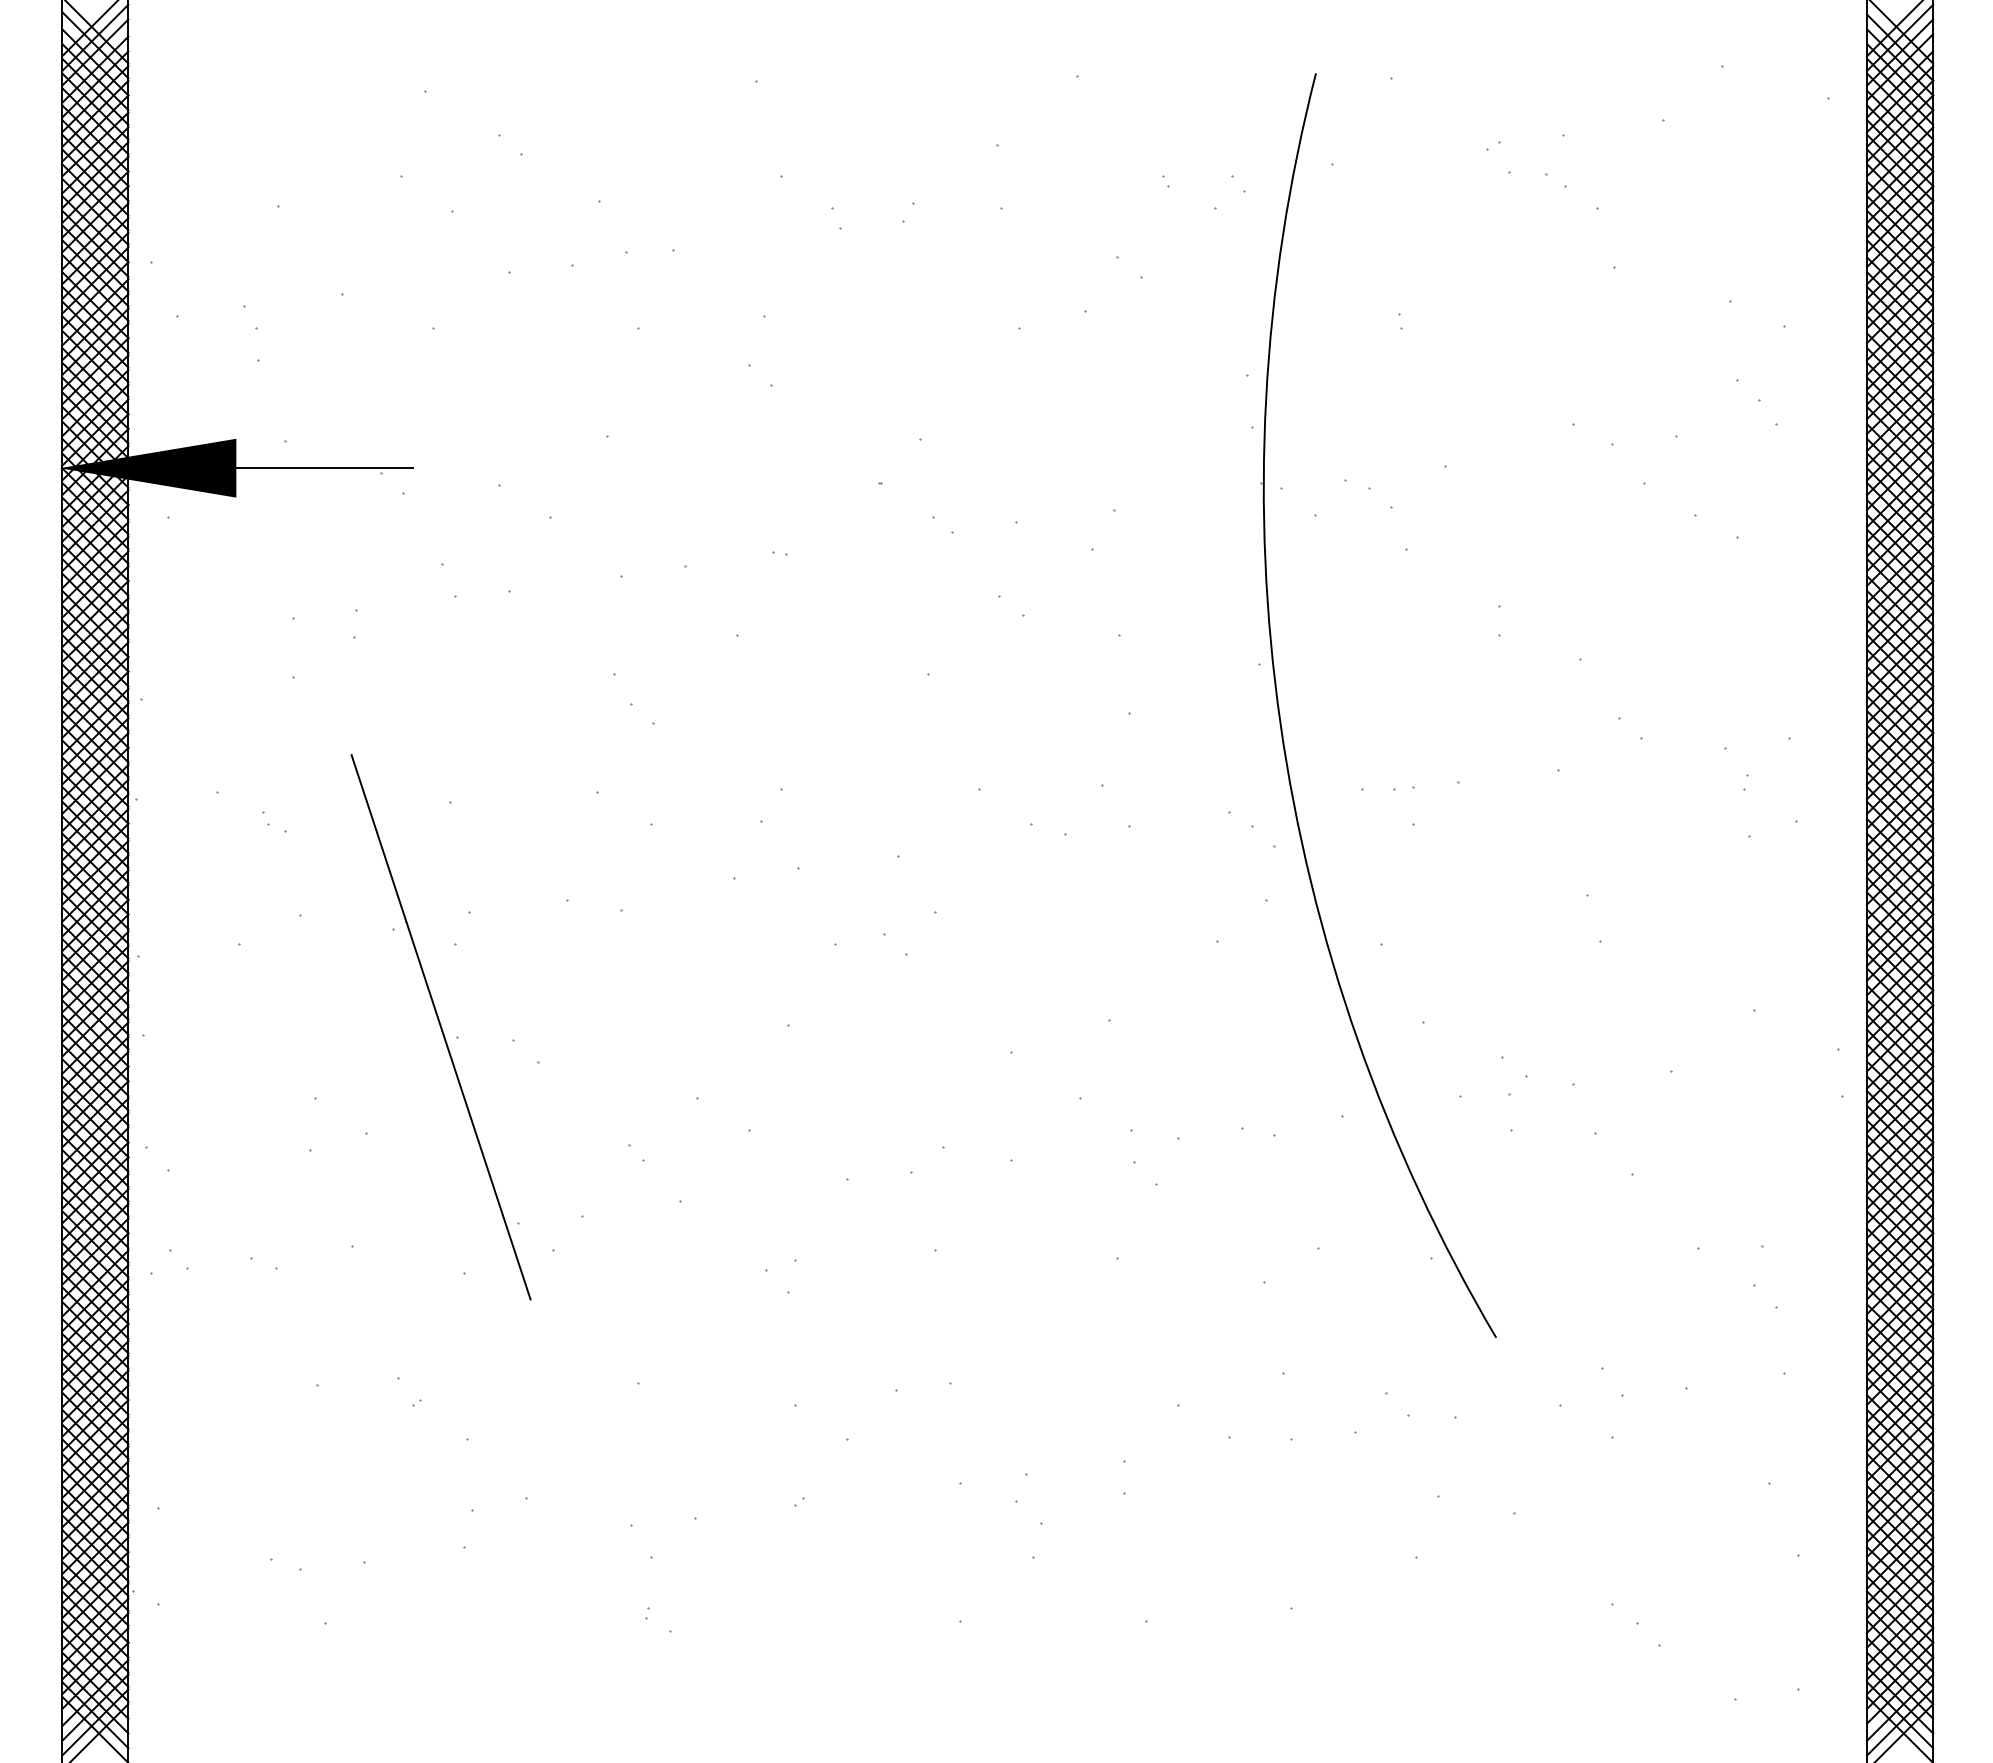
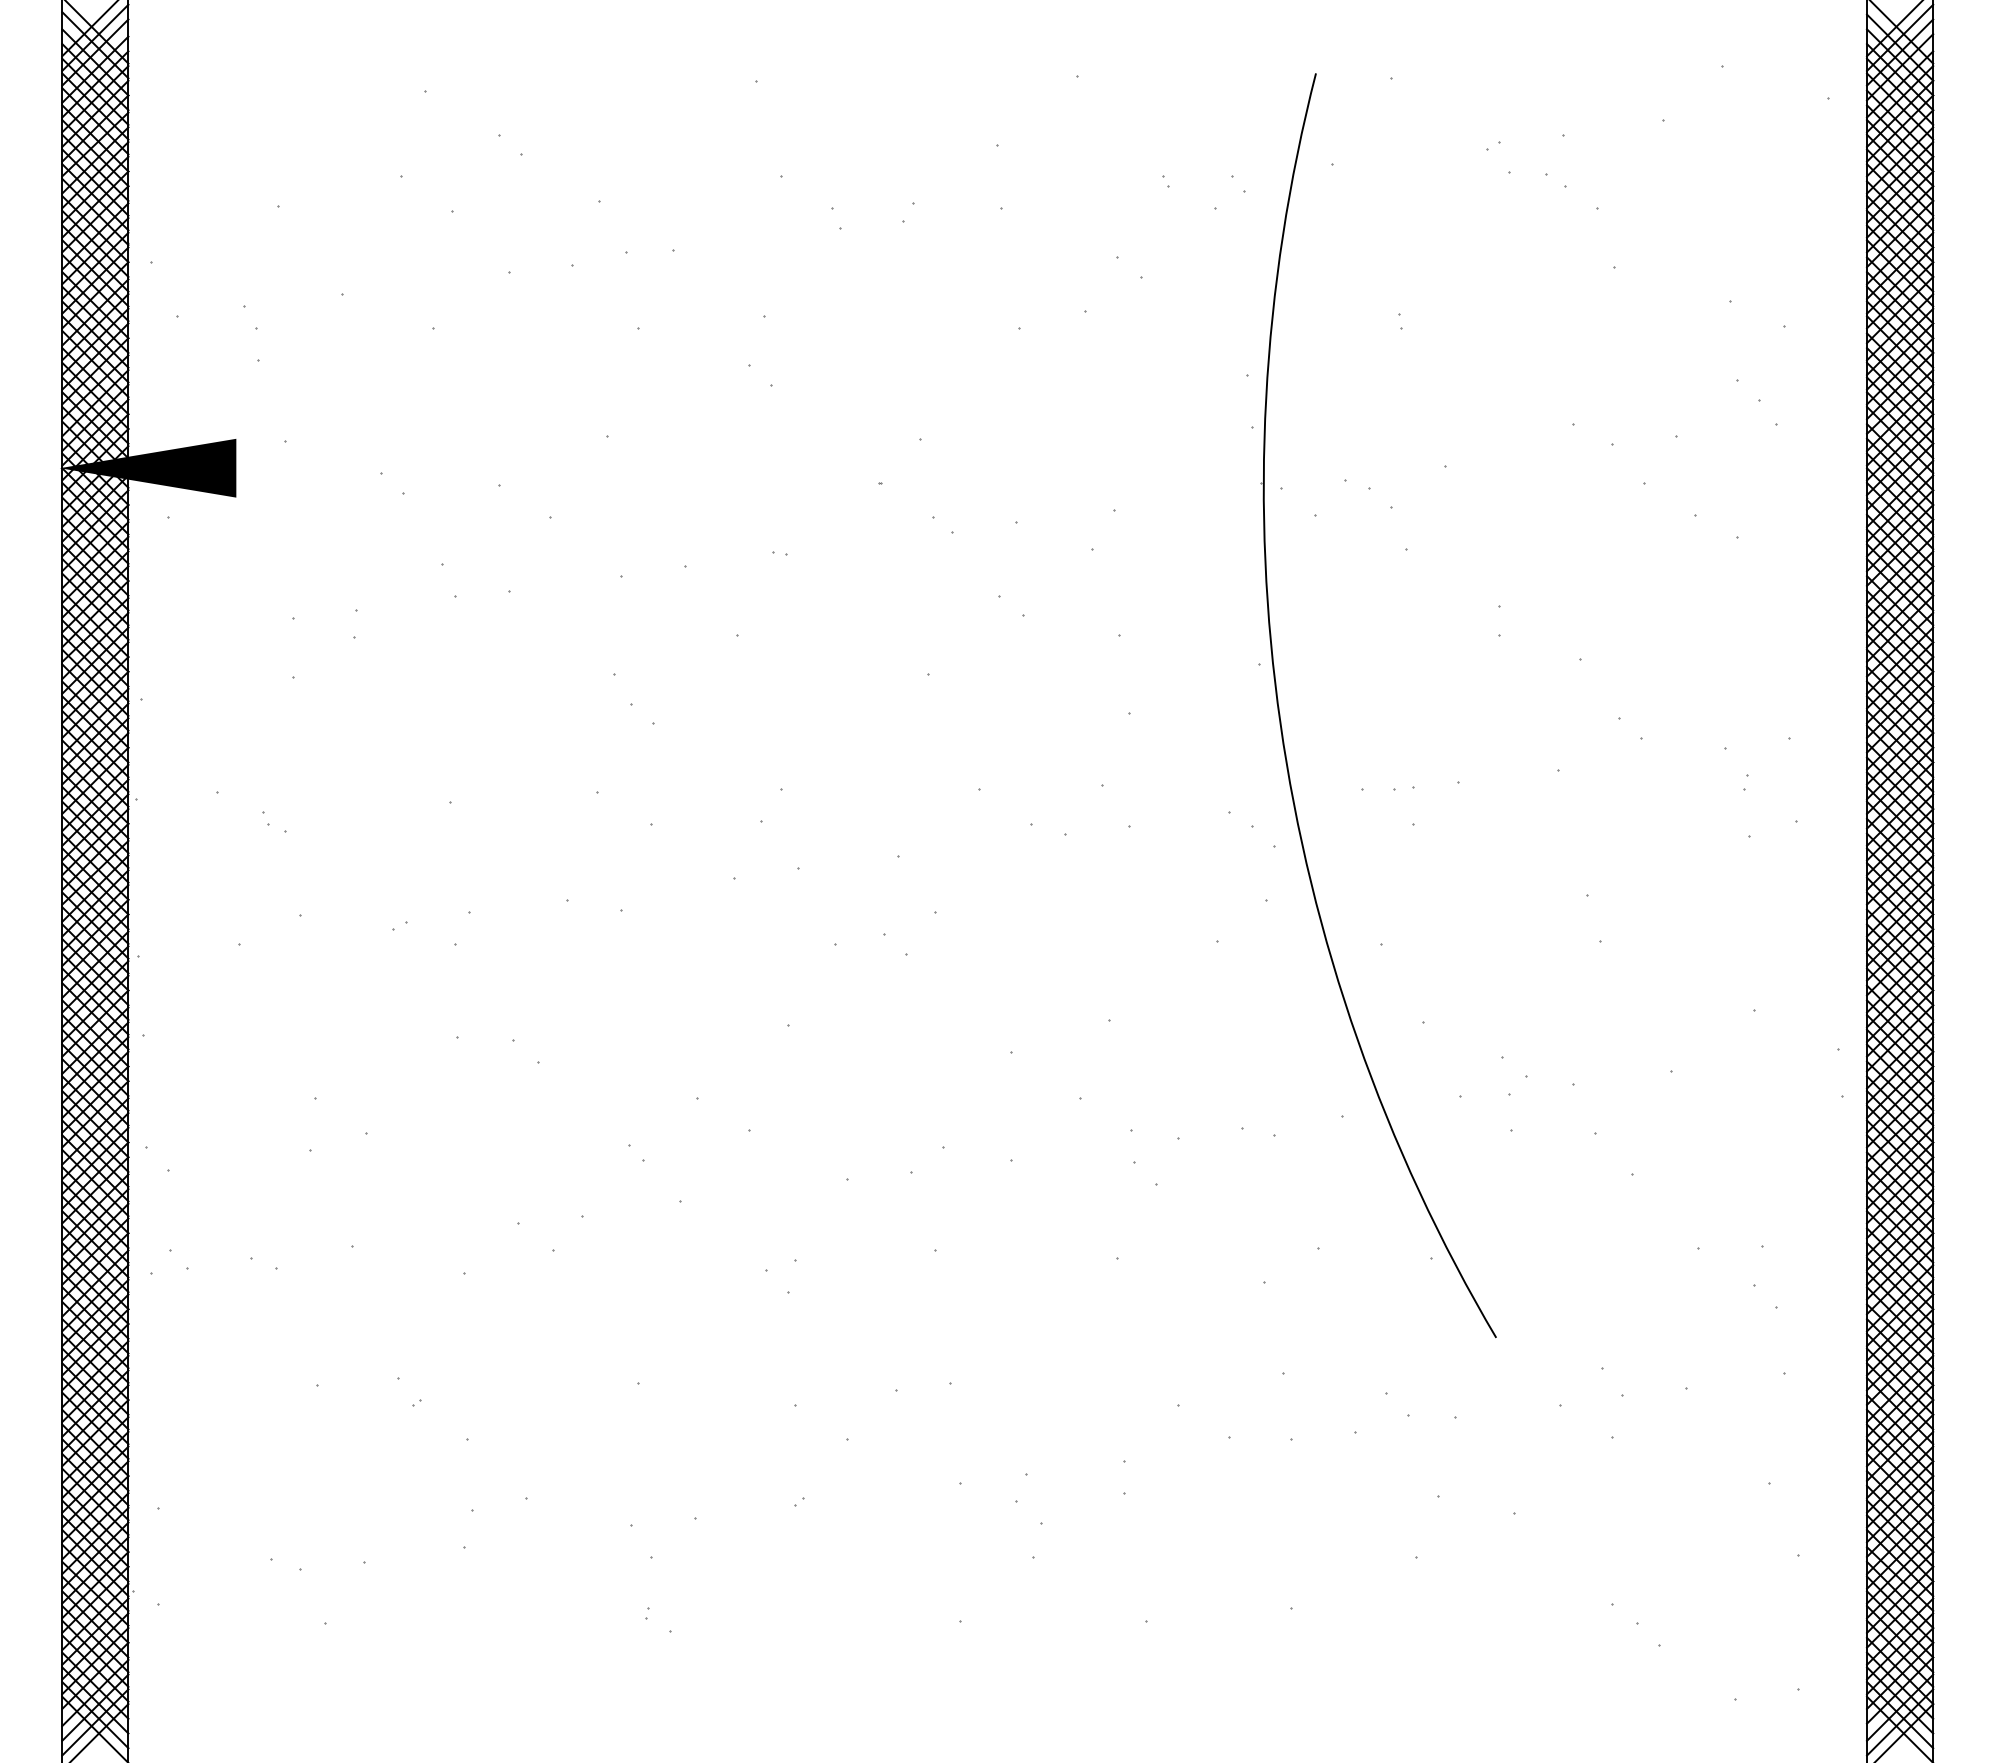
line at (324, 468): present -> none
line at (440, 1027): present -> none
